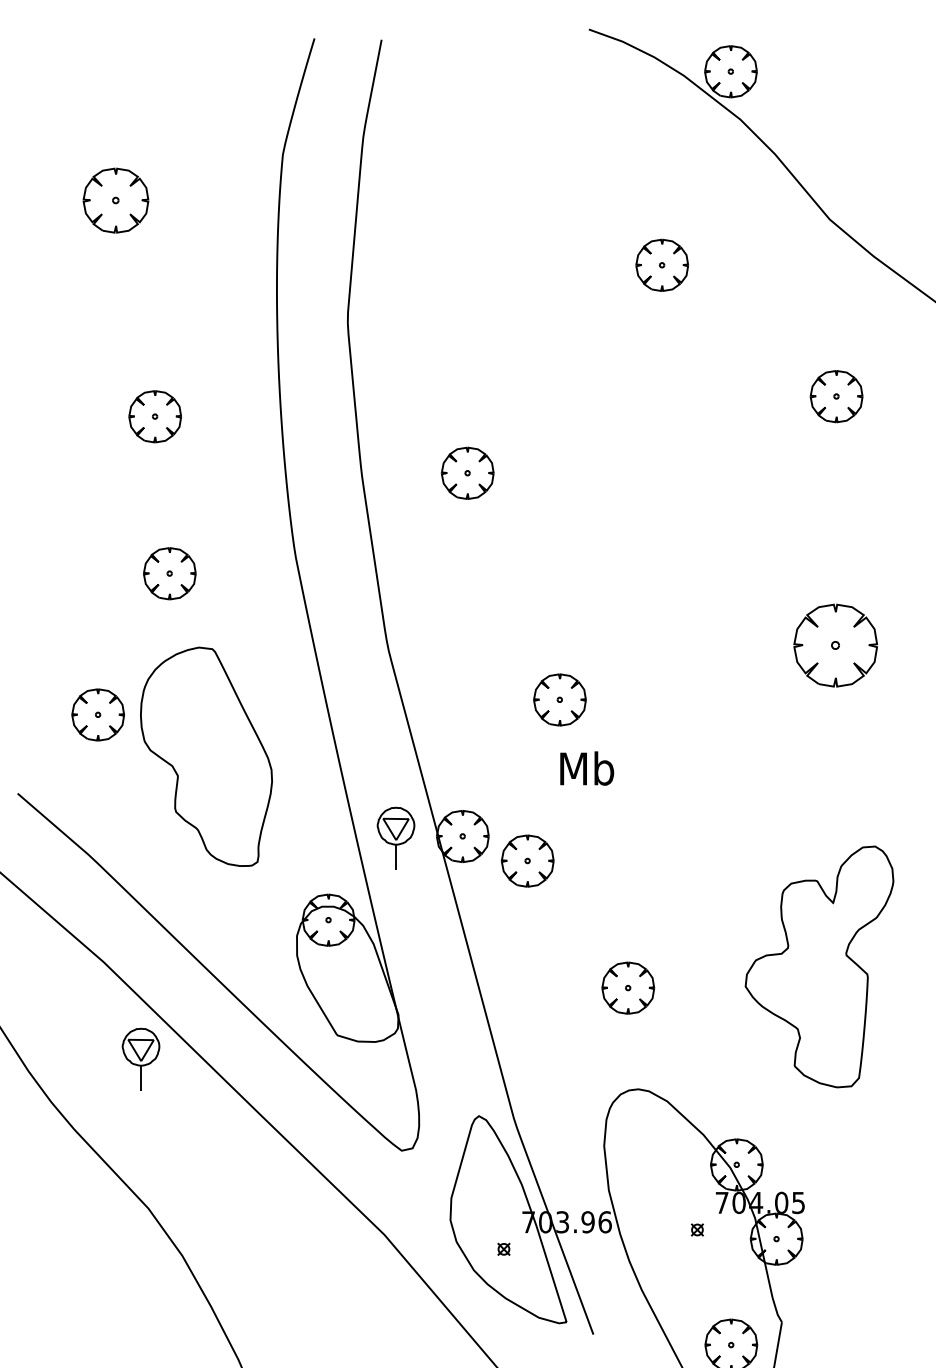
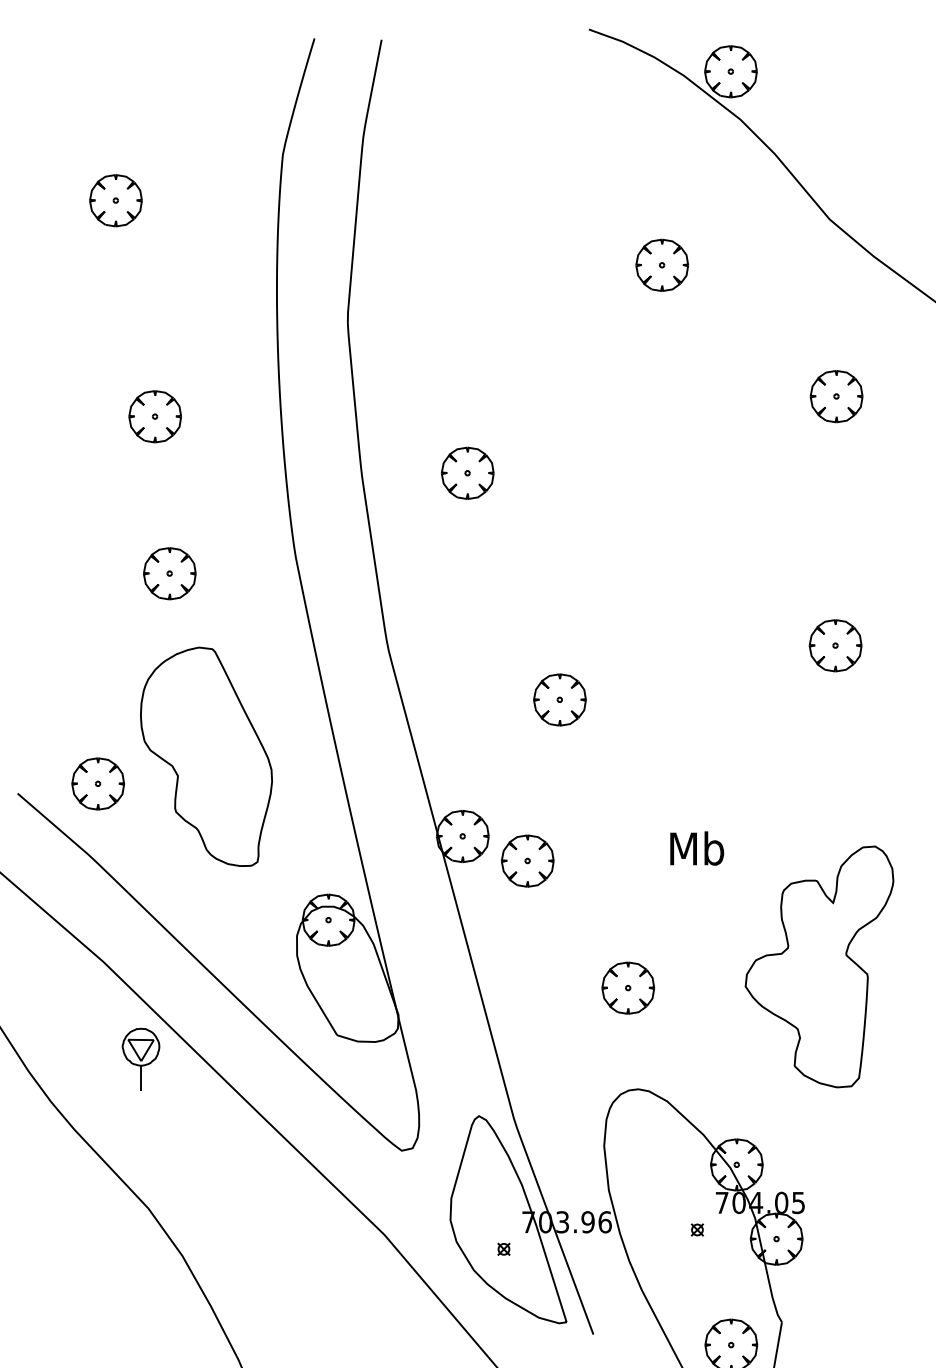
part at (115, 200) size: 68x67 px -> 54x54 px
part at (835, 645) size: 86x85 px -> 55x54 px
part at (97, 714) position: (97, 714) -> (97, 783)
text at (587, 768) position: (587, 768) -> (697, 848)
part at (395, 837): present -> none
